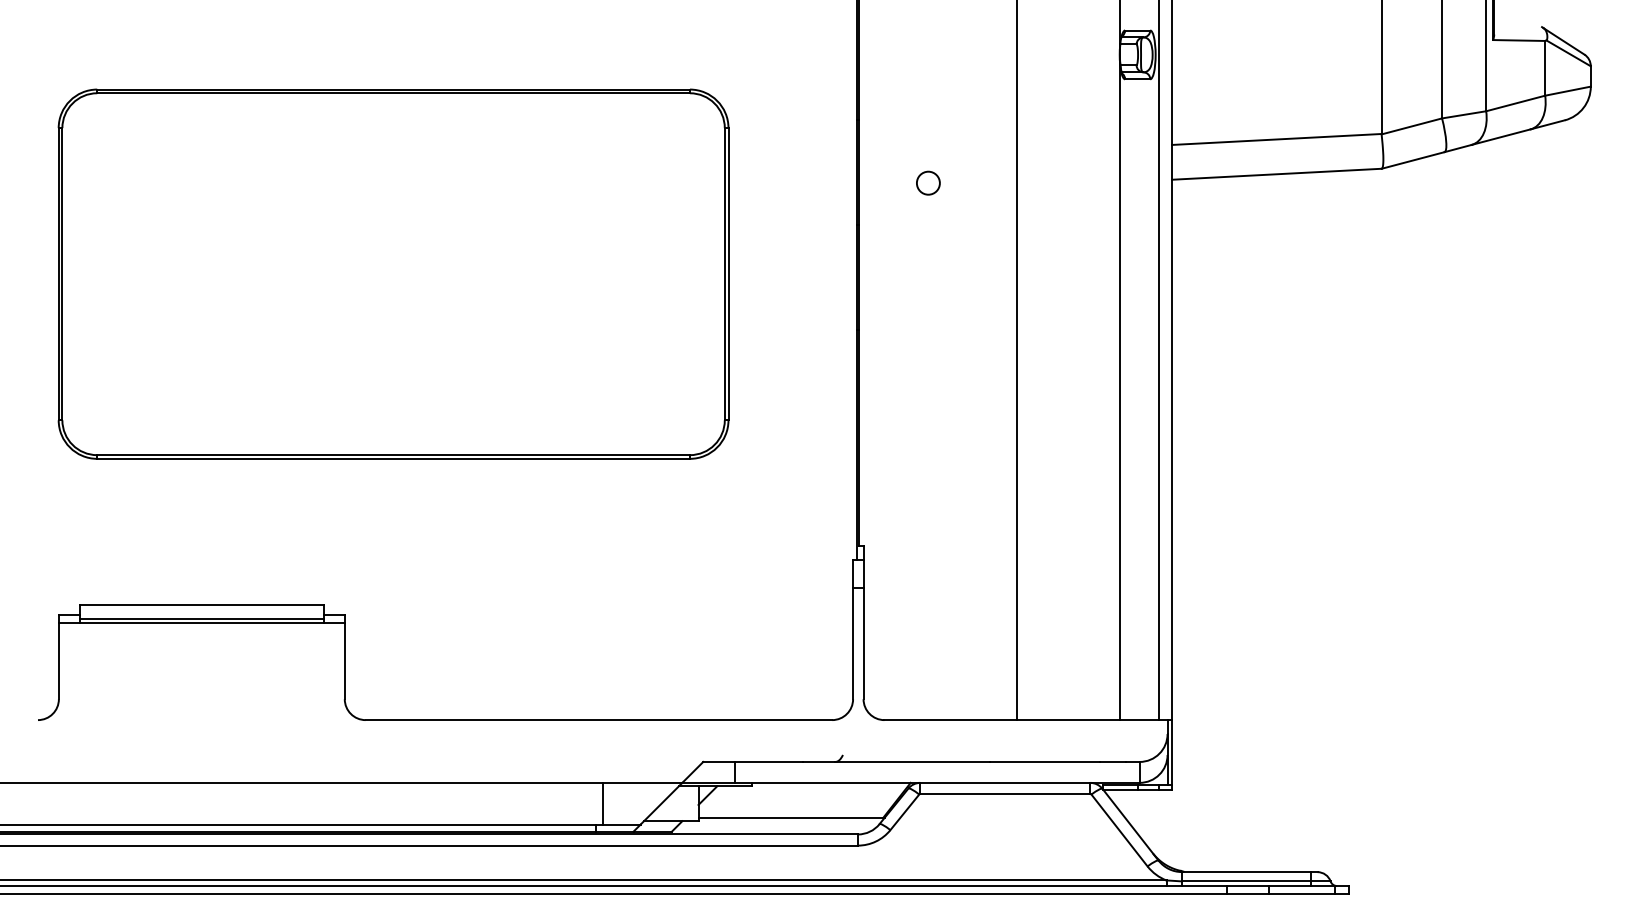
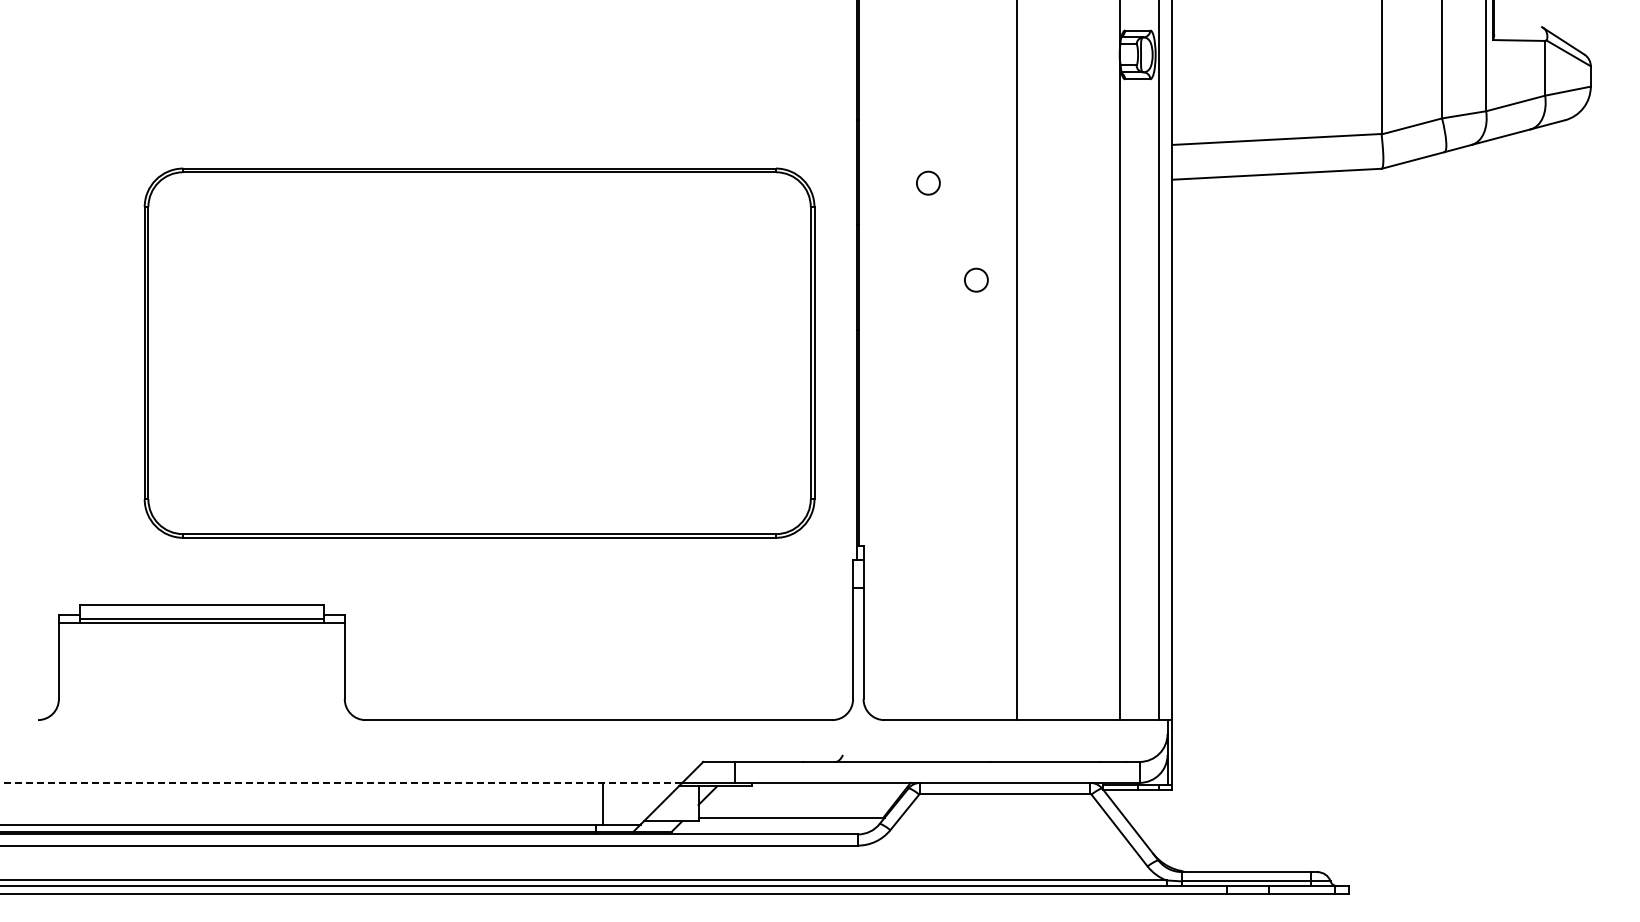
part at (393, 273) position: (393, 273) -> (479, 352)
circle at (976, 279): none -> present
line at (341, 782): solid -> dashed
